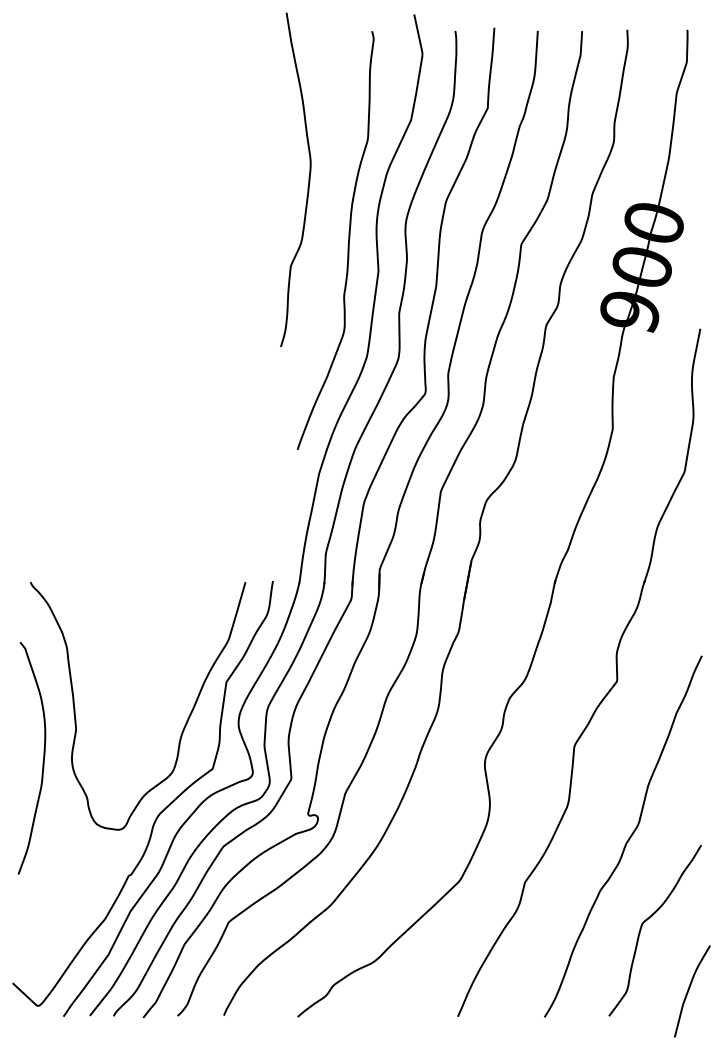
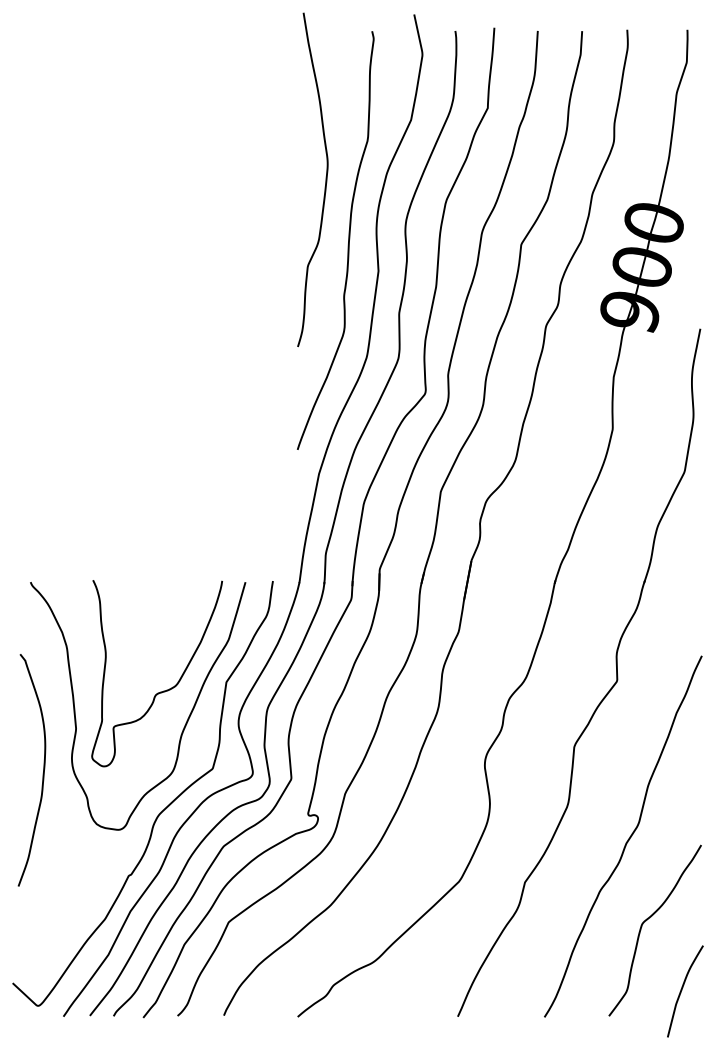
curve at (308, 179) position: (308, 179) -> (325, 179)
curve at (163, 690): none -> present
curve at (42, 761) position: (42, 761) -> (42, 773)
curve at (689, 990) position: (689, 990) -> (682, 990)
